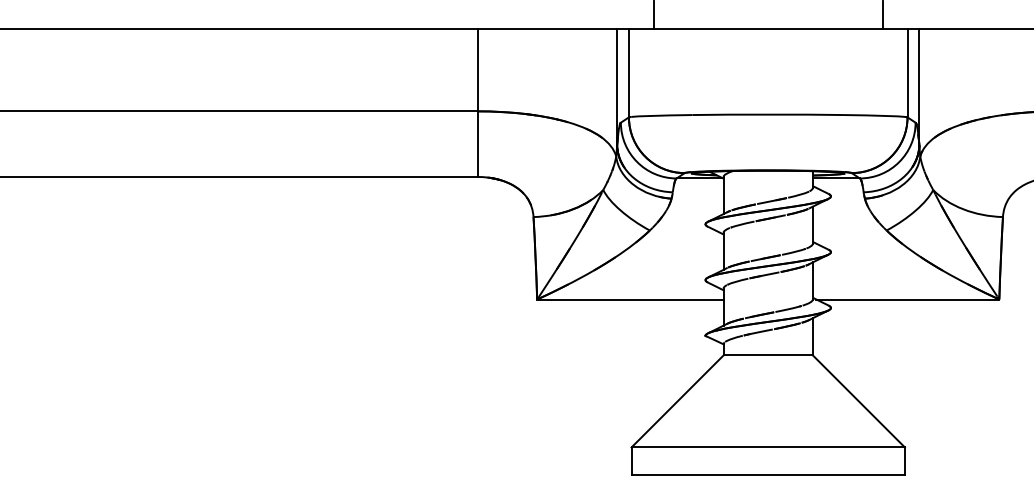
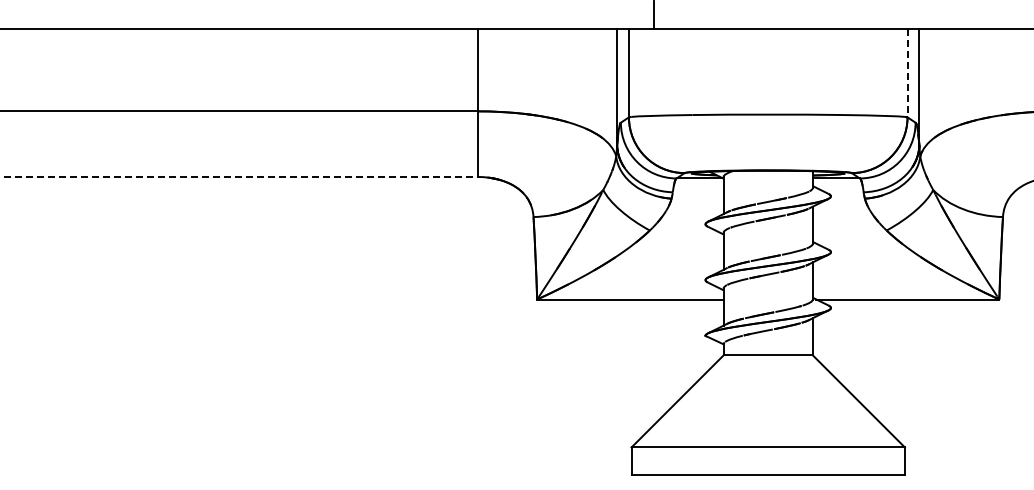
line at (882, 15): present -> none
line at (907, 73): solid -> dashed
line at (239, 176): solid -> dashed
